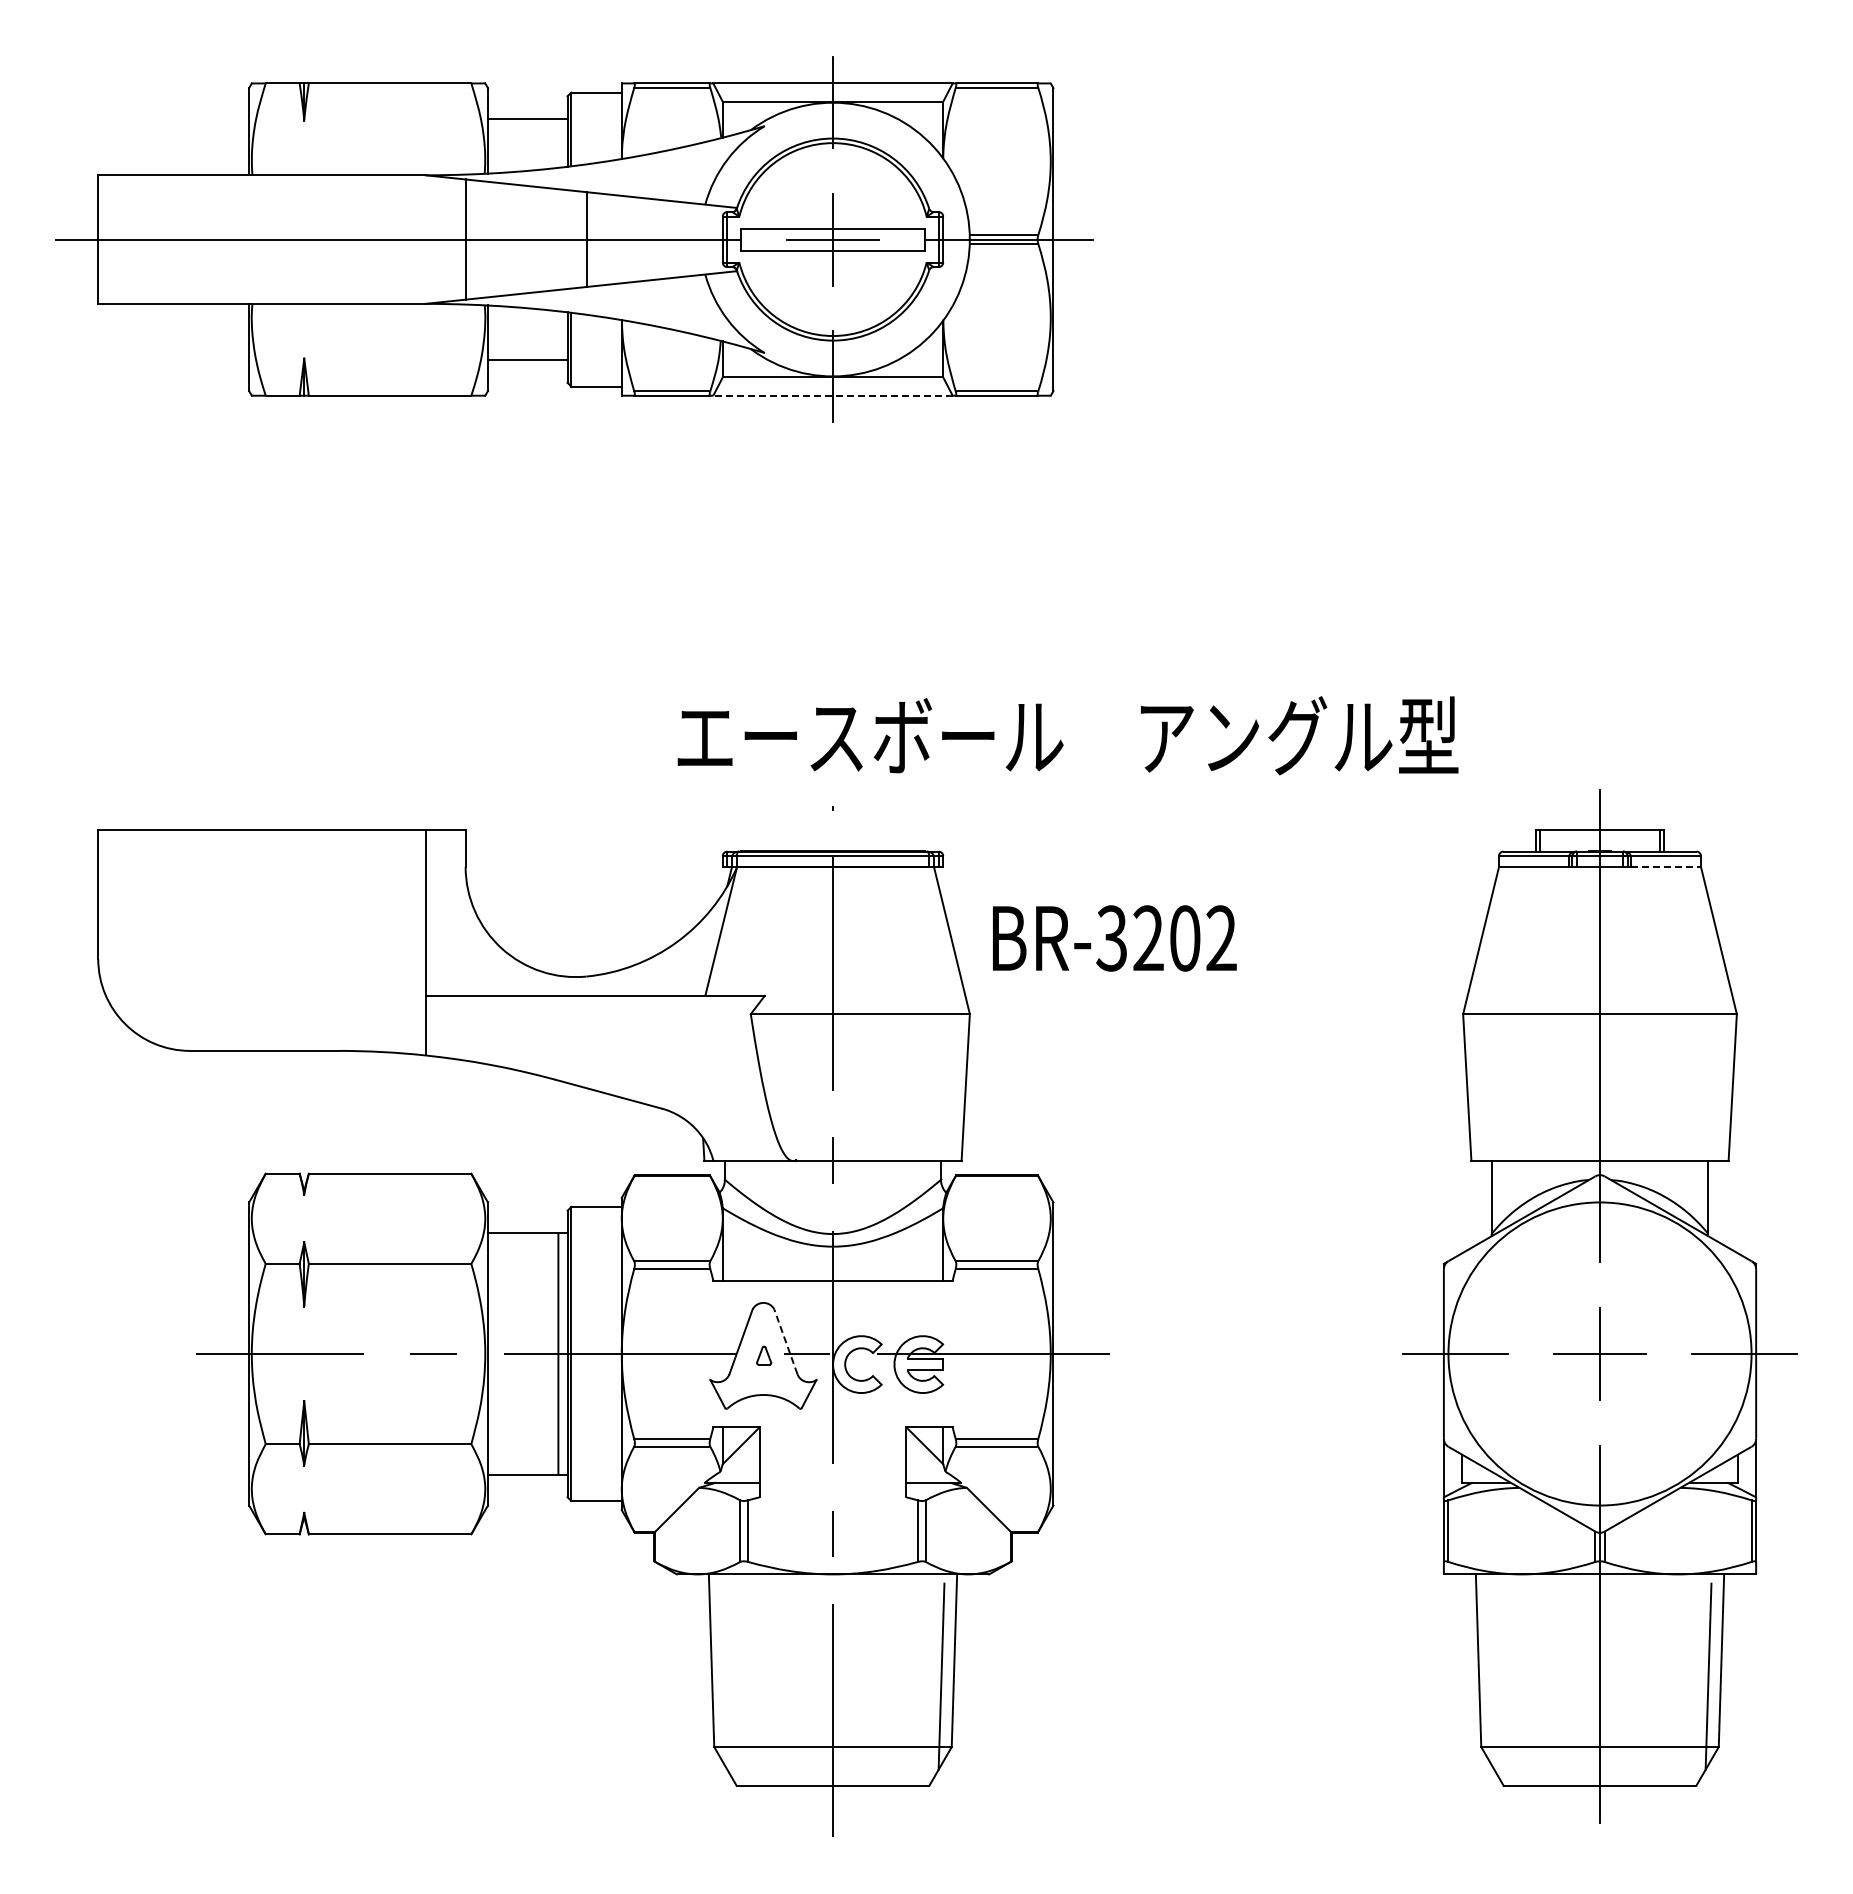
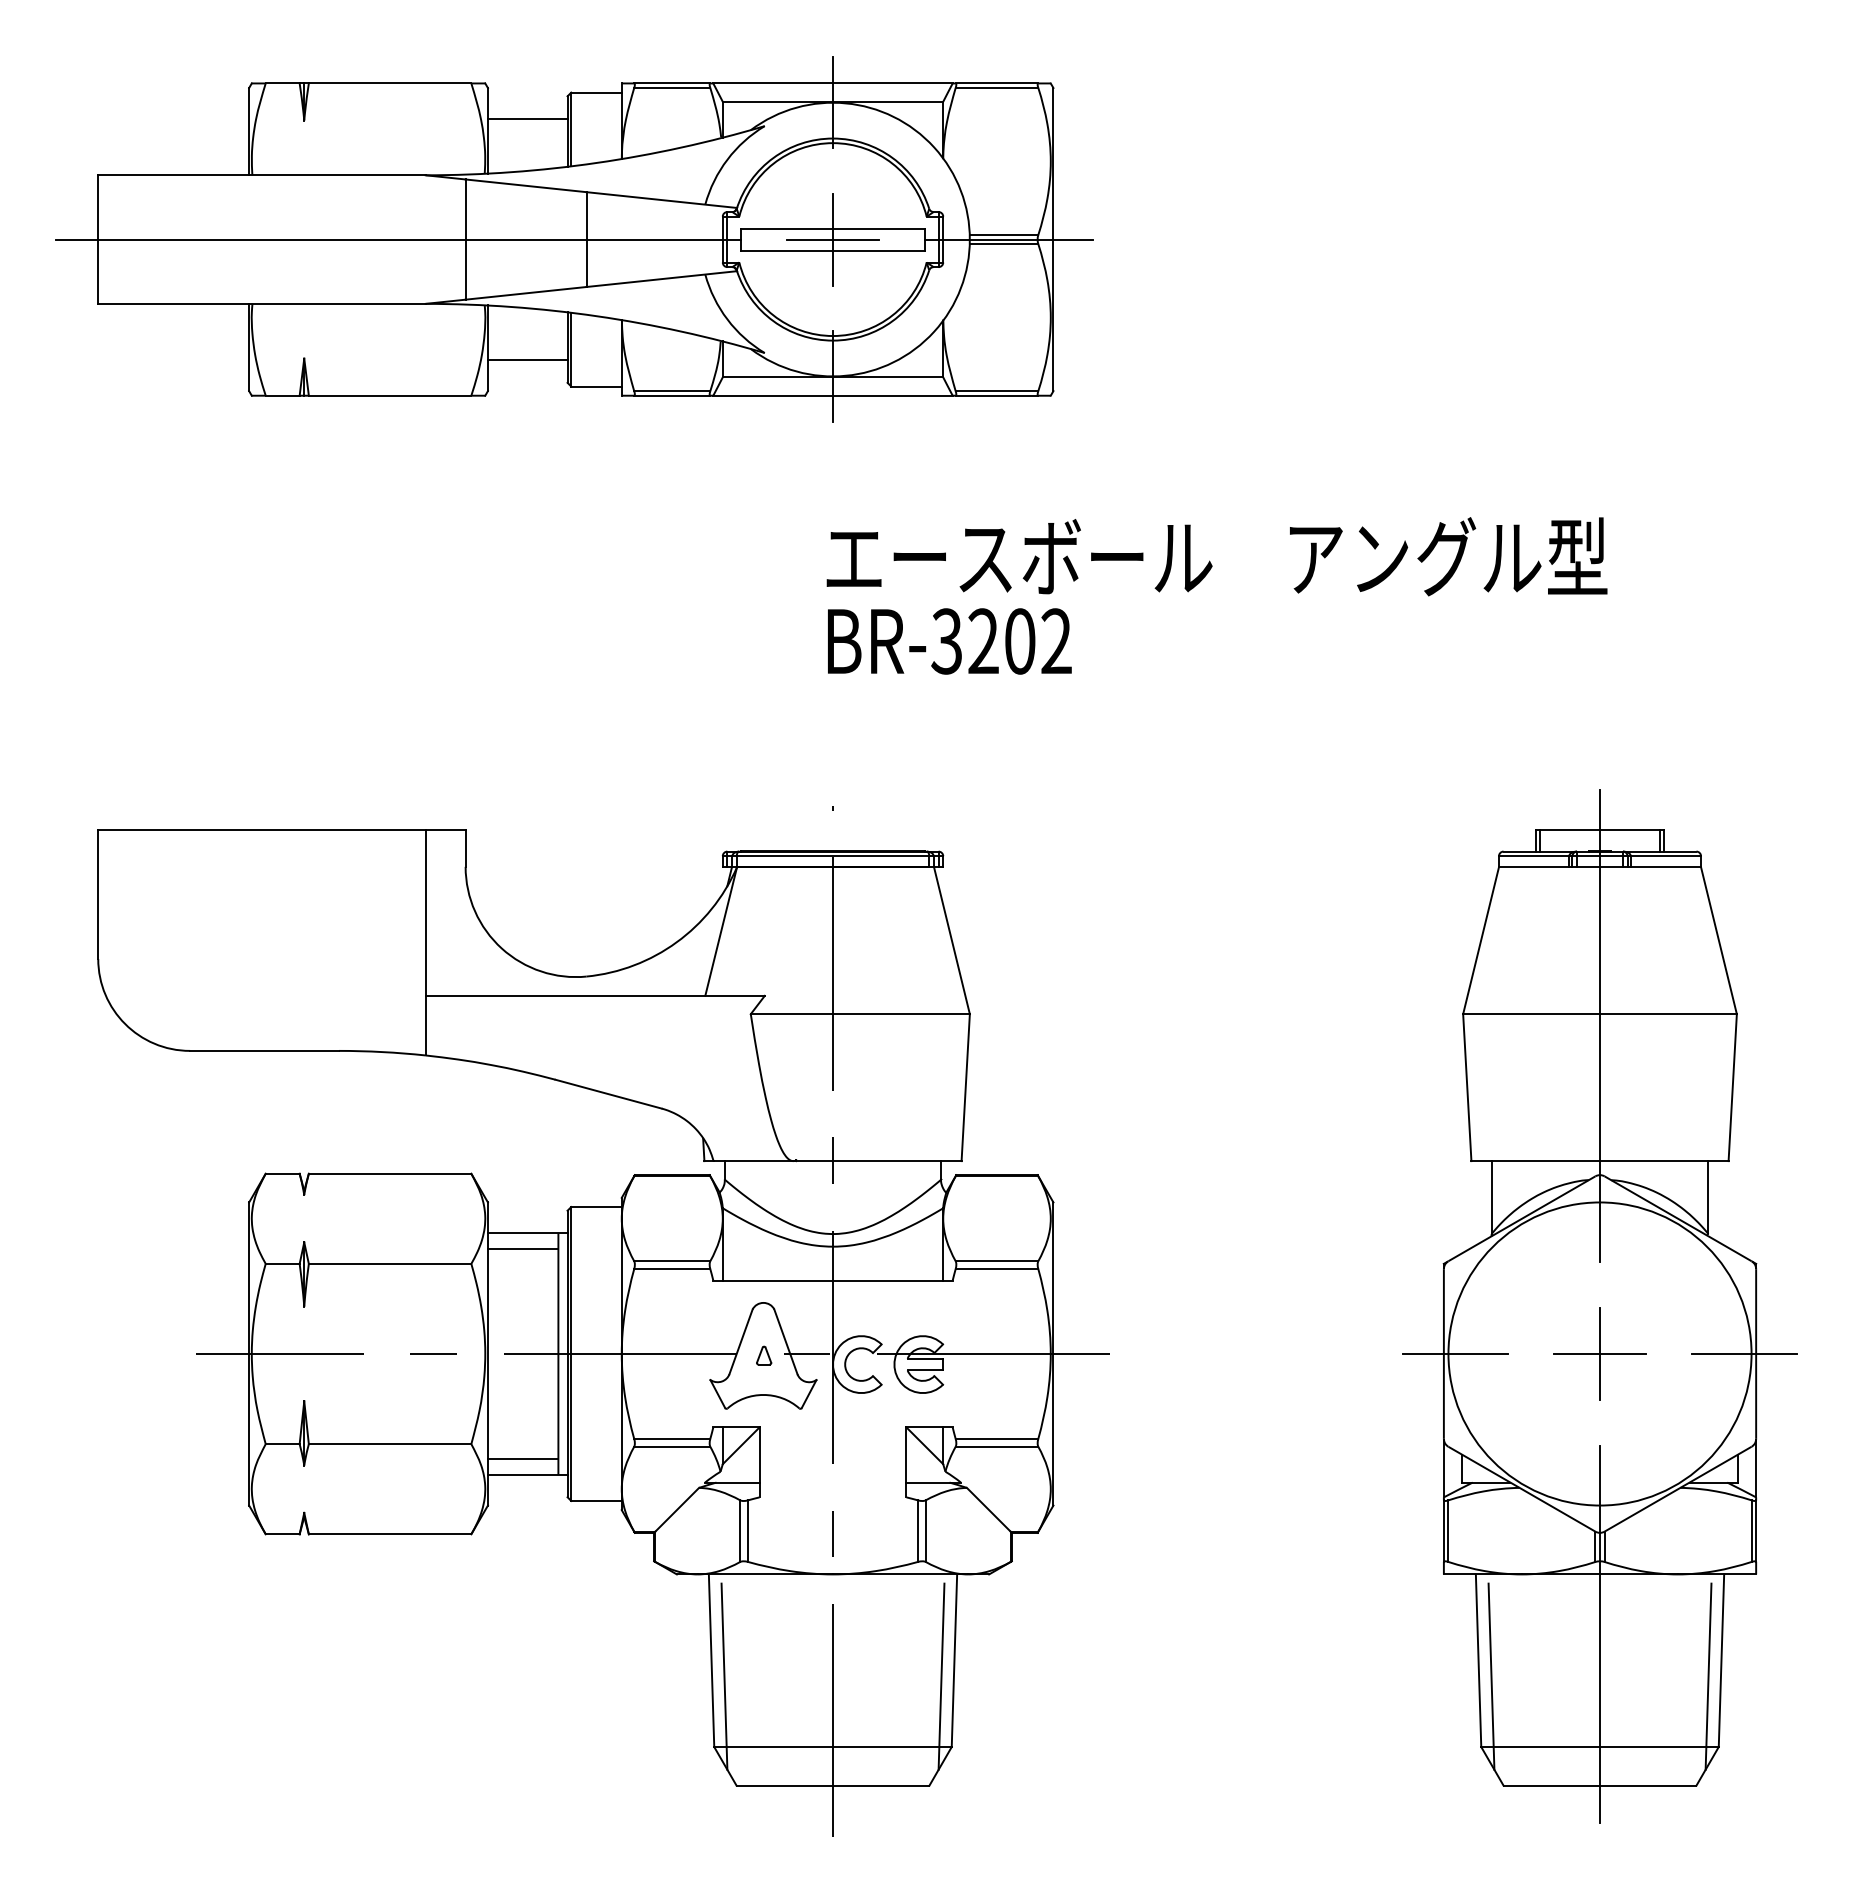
line at (833, 395): dashed -> solid
text at (1067, 735) position: (1067, 735) -> (1216, 556)
line at (1666, 867): dashed -> solid
text at (1114, 938) position: (1114, 938) -> (949, 641)
line at (522, 1248): none -> present
line at (785, 1341): dashed -> solid
line at (522, 1459): none -> present
line at (724, 1676): none -> present
line at (1491, 1676): none -> present
